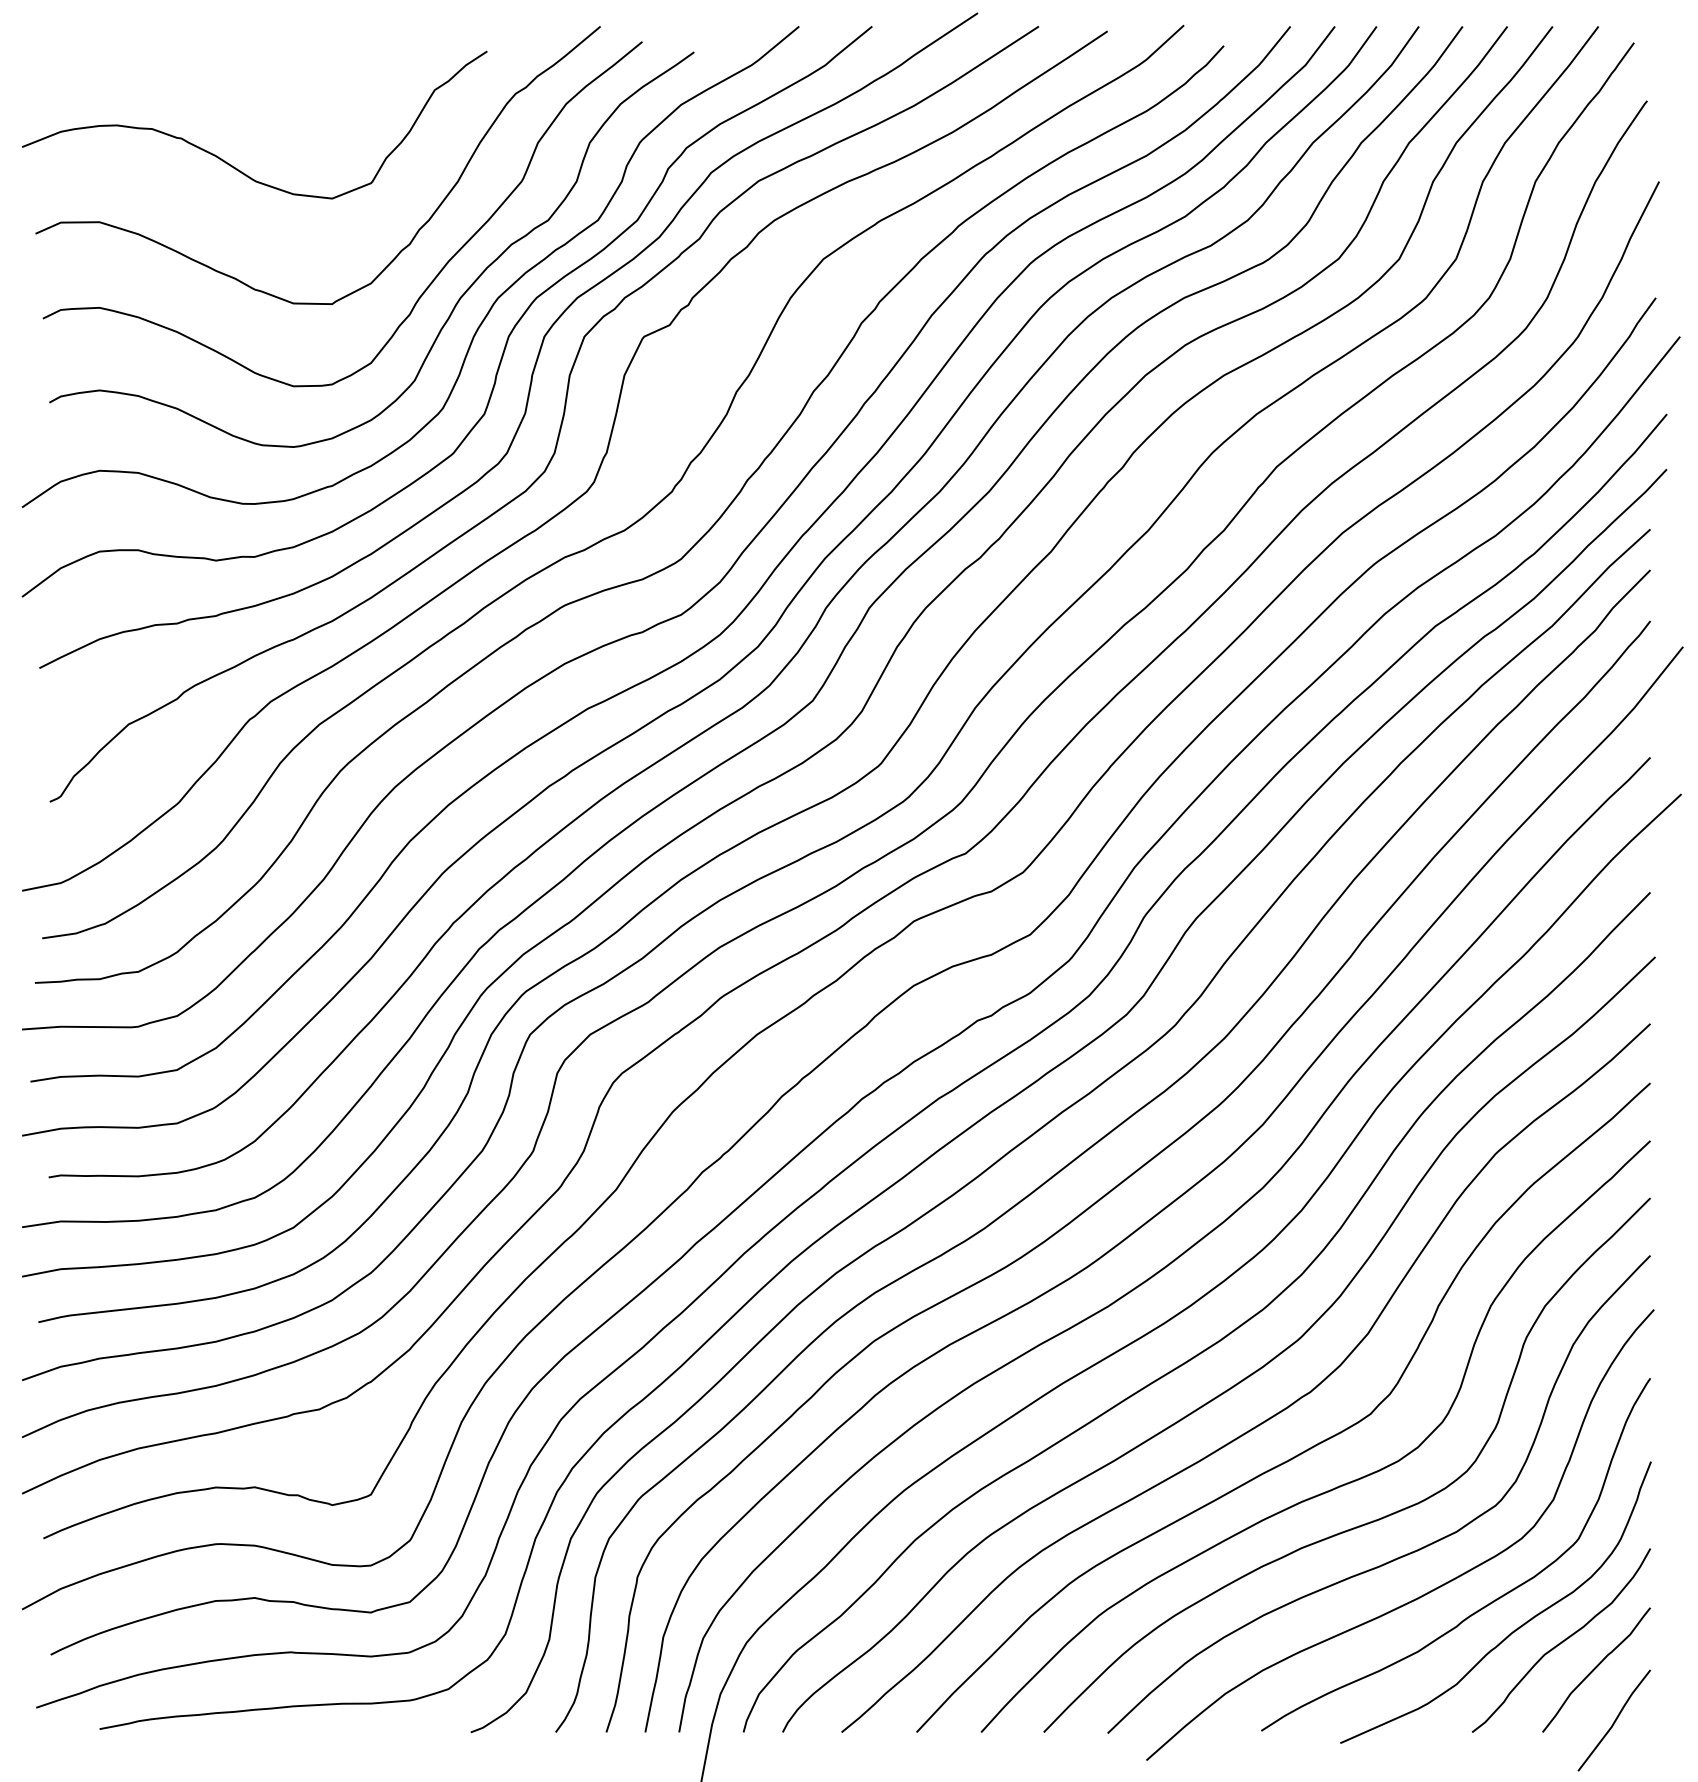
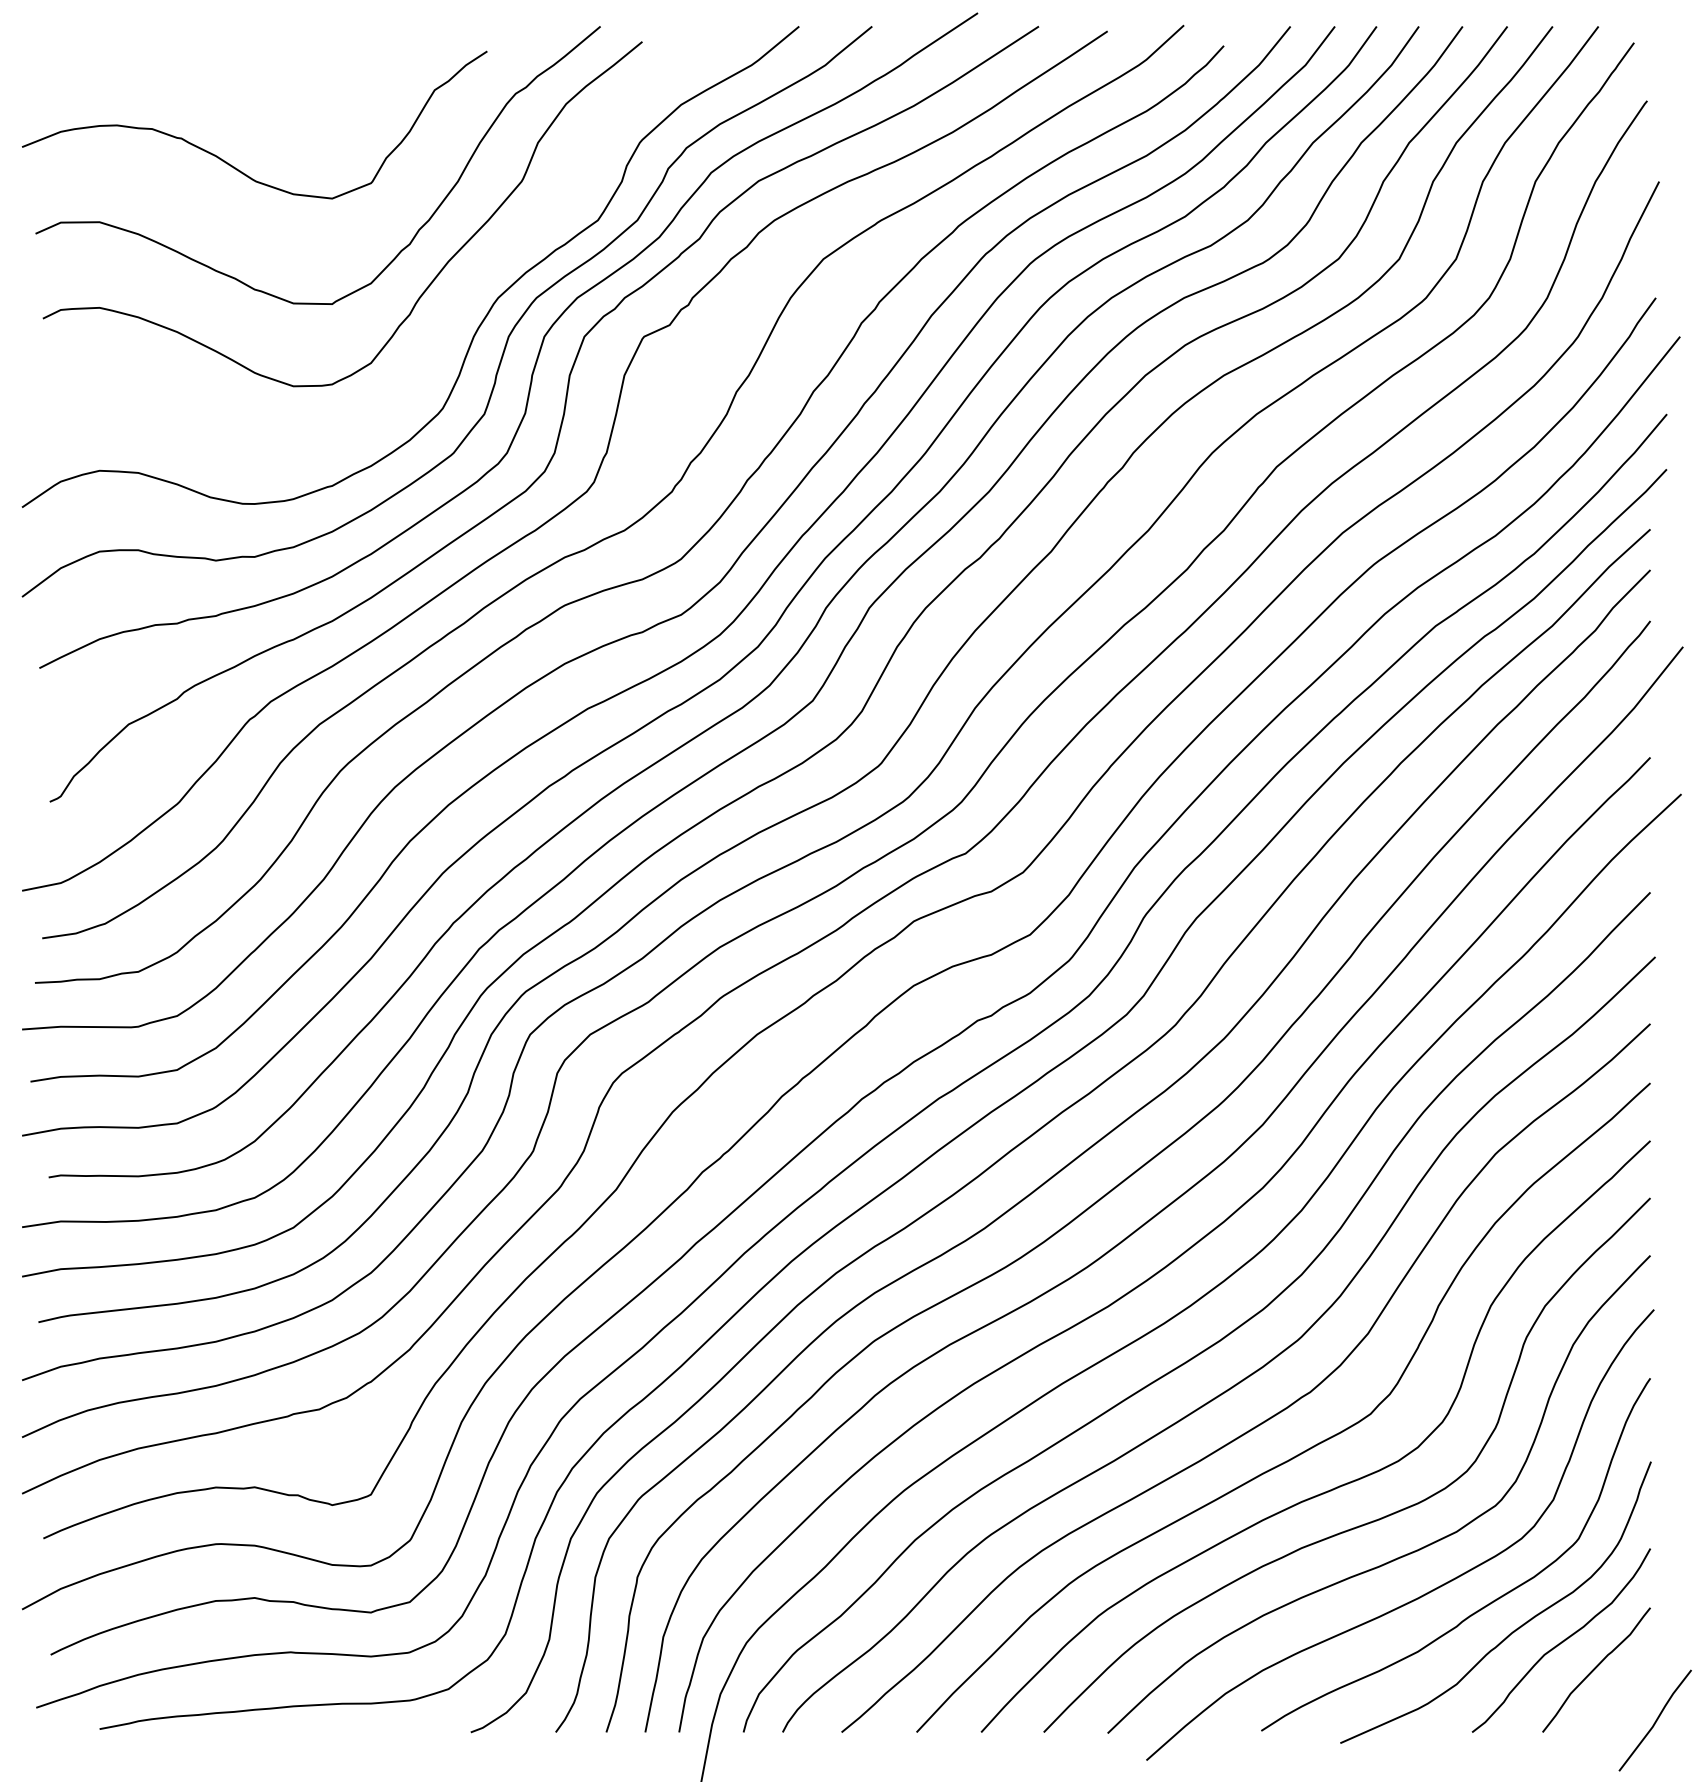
curve at (455, 303): present -> none
line at (1614, 1720) position: (1614, 1720) -> (1655, 1720)
